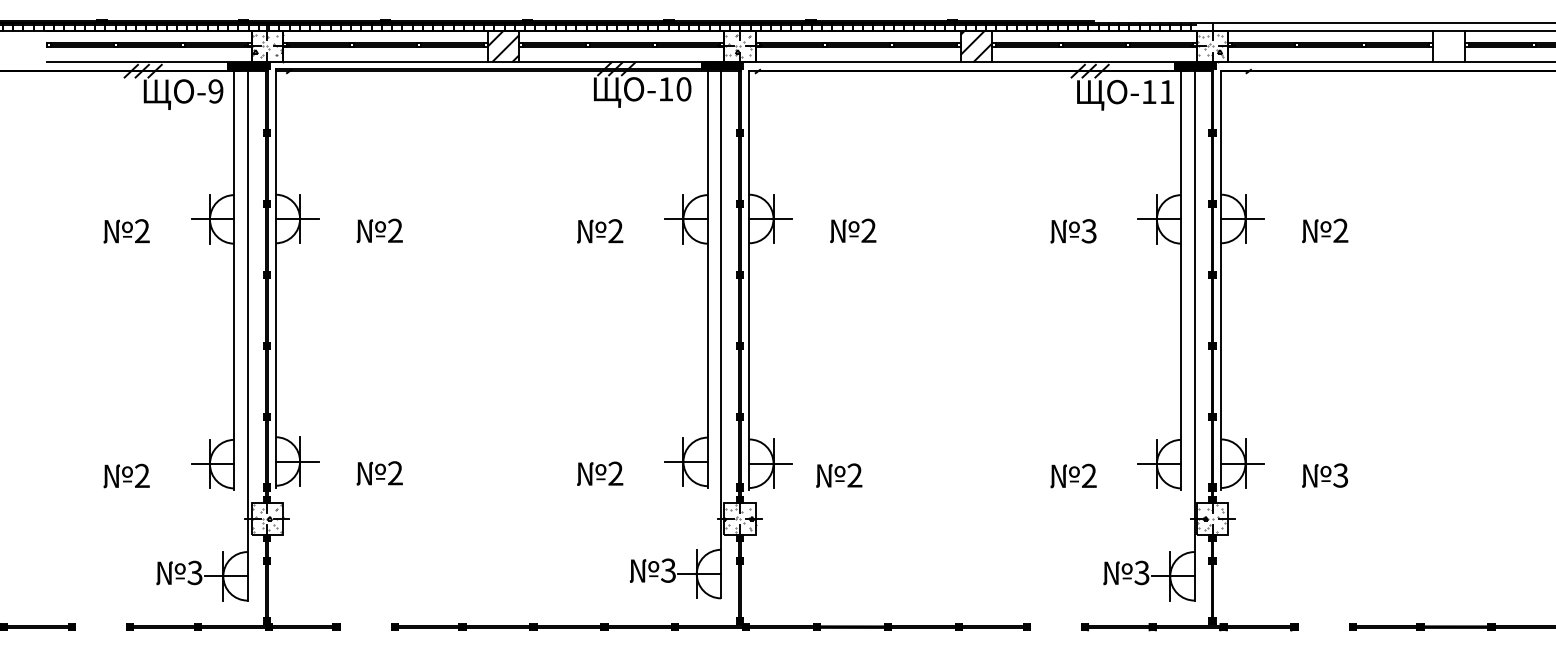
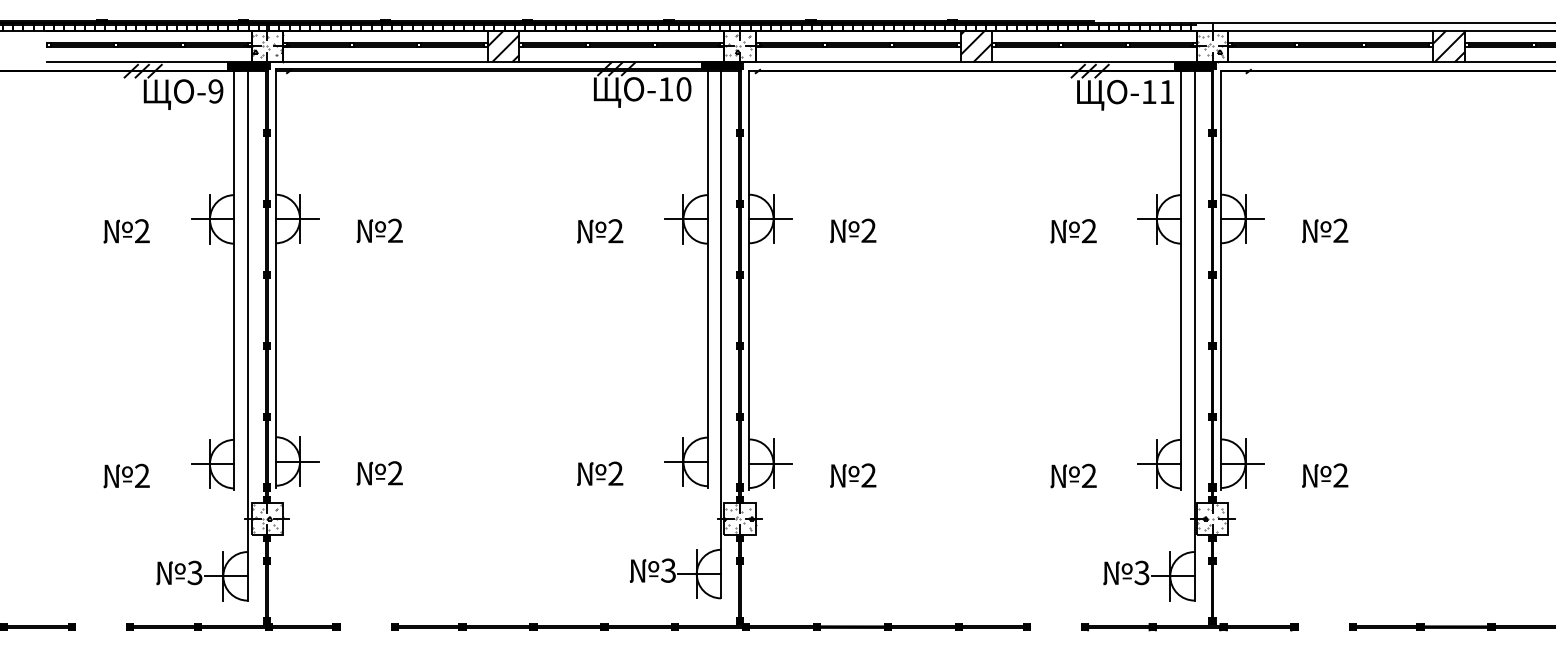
hatch at (1448, 46): none -> present
text at (1088, 231): 3 -> 2
text at (839, 475) position: (839, 475) -> (853, 475)
text at (1340, 475): 3 -> 2
